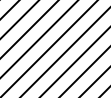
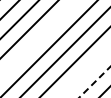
line at (39, 39): present -> none
line at (84, 71): present -> none
line at (95, 81): solid -> dashed
